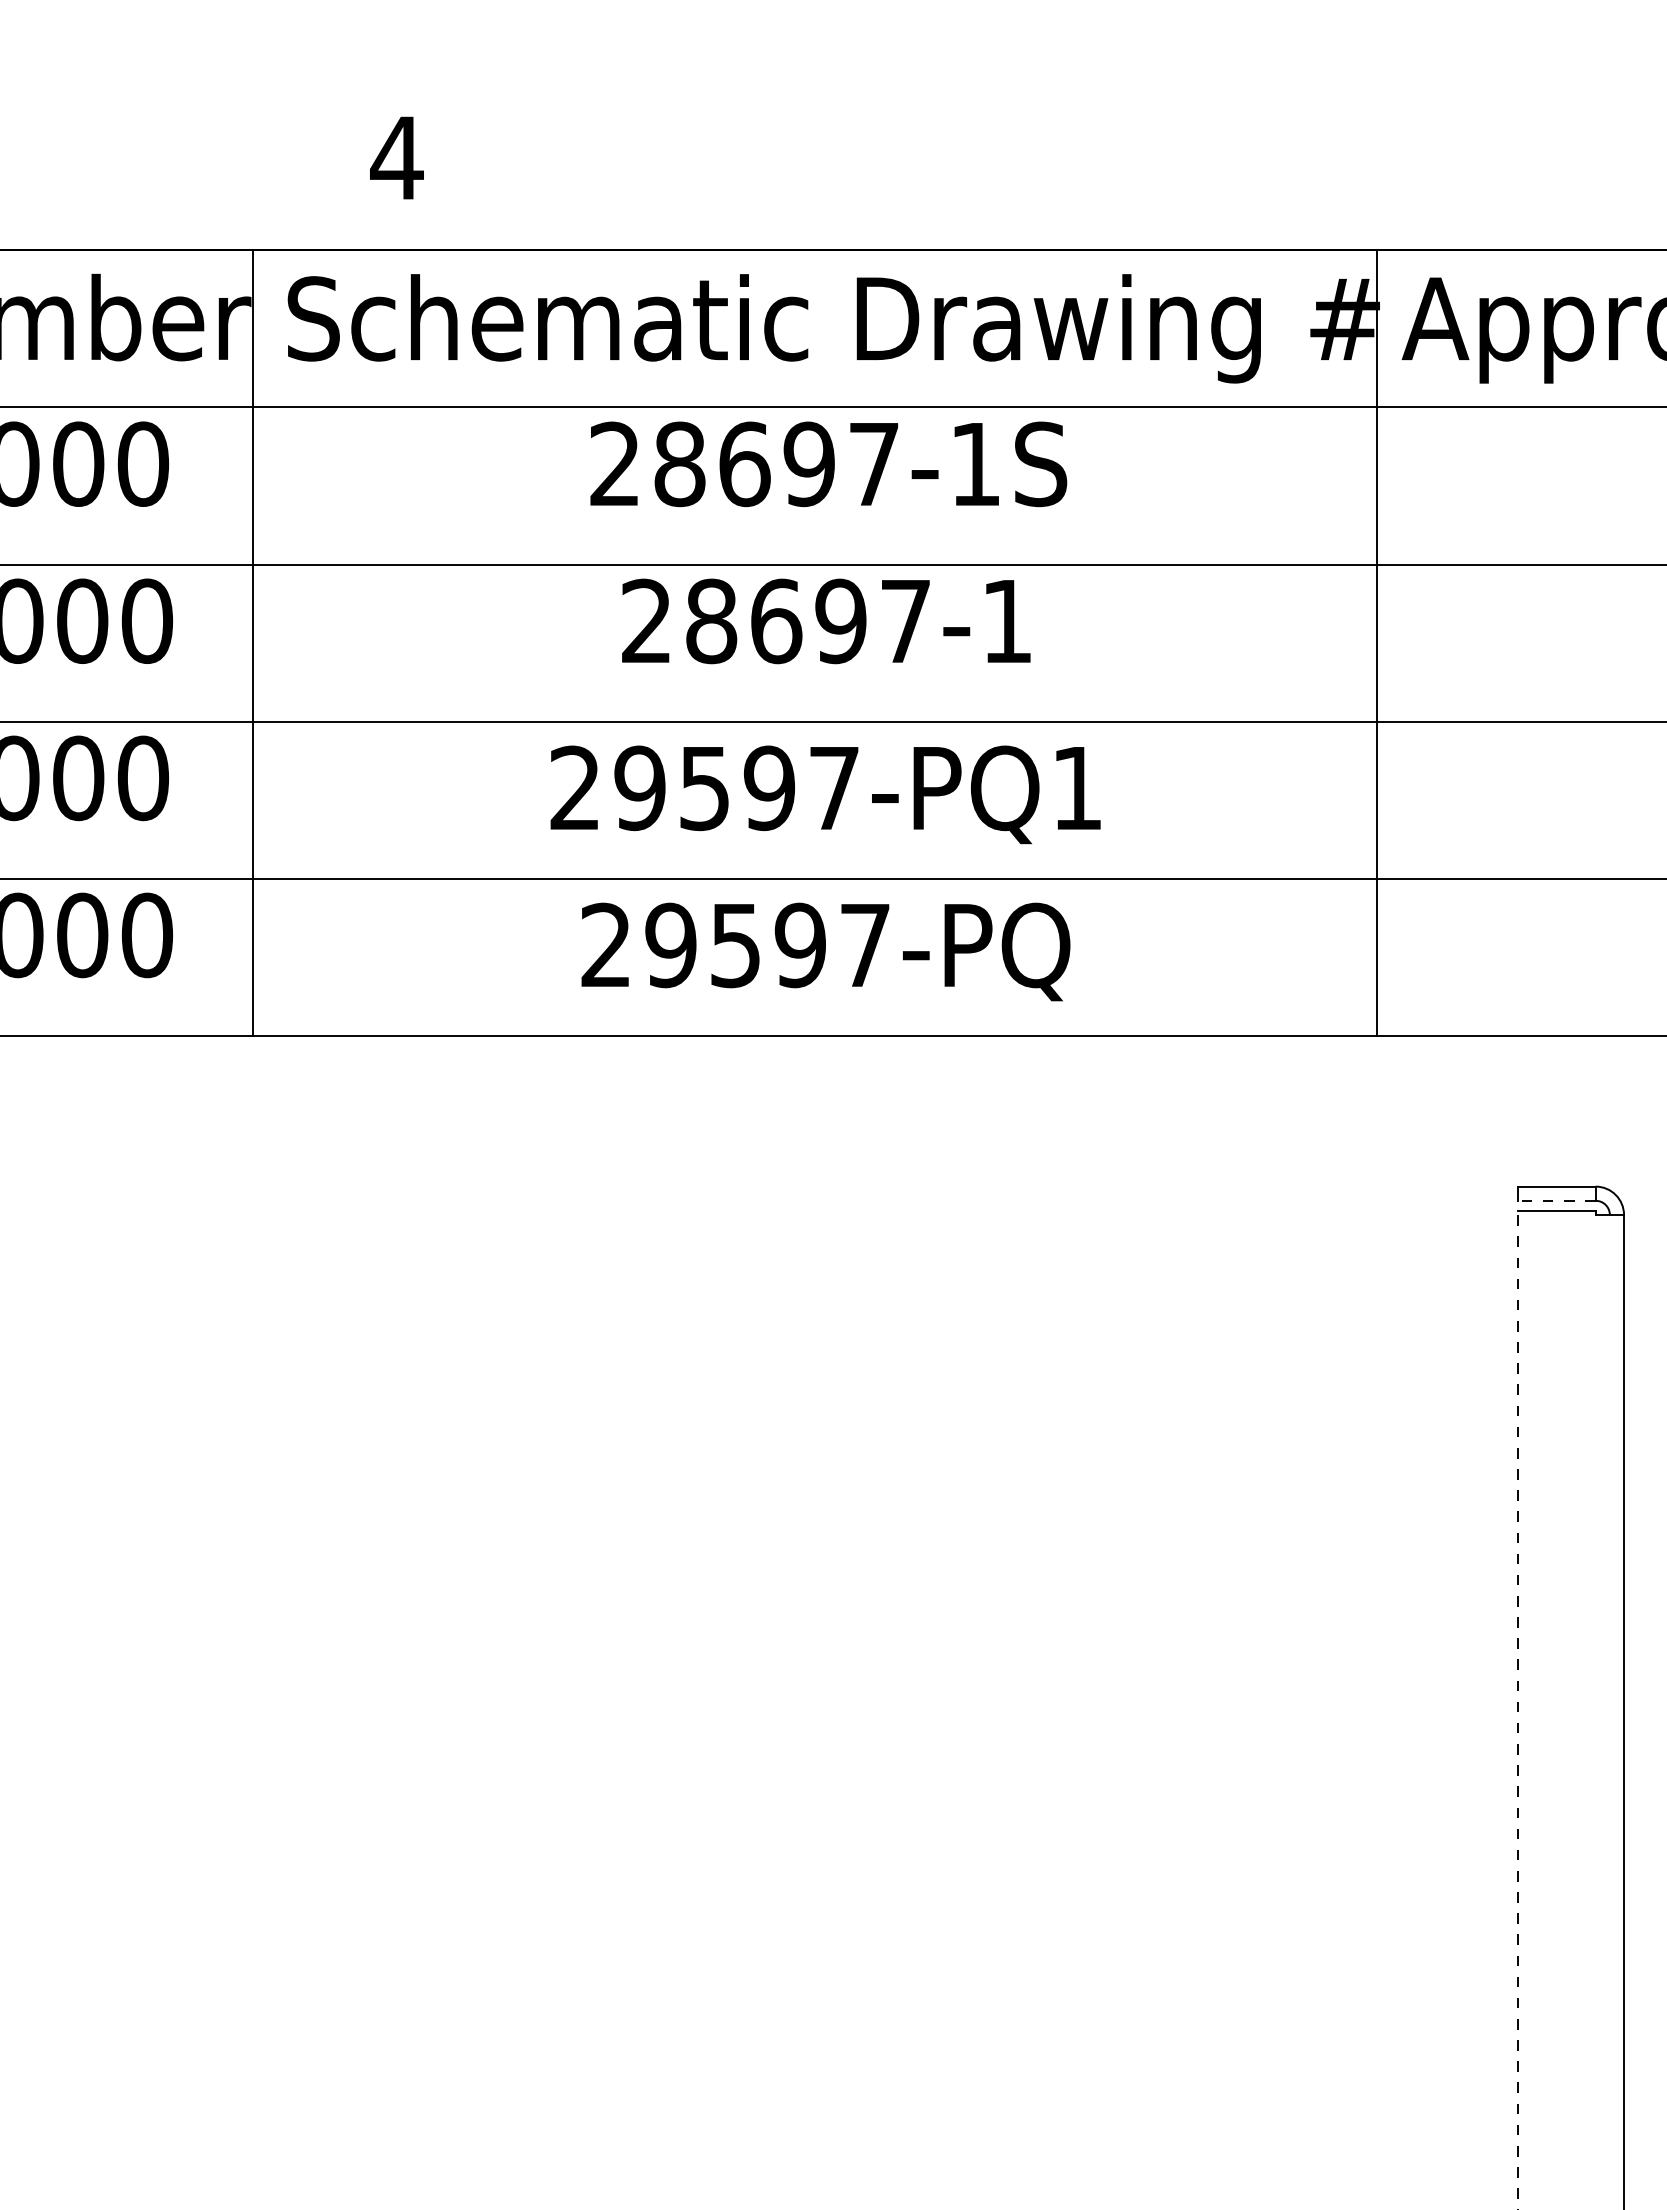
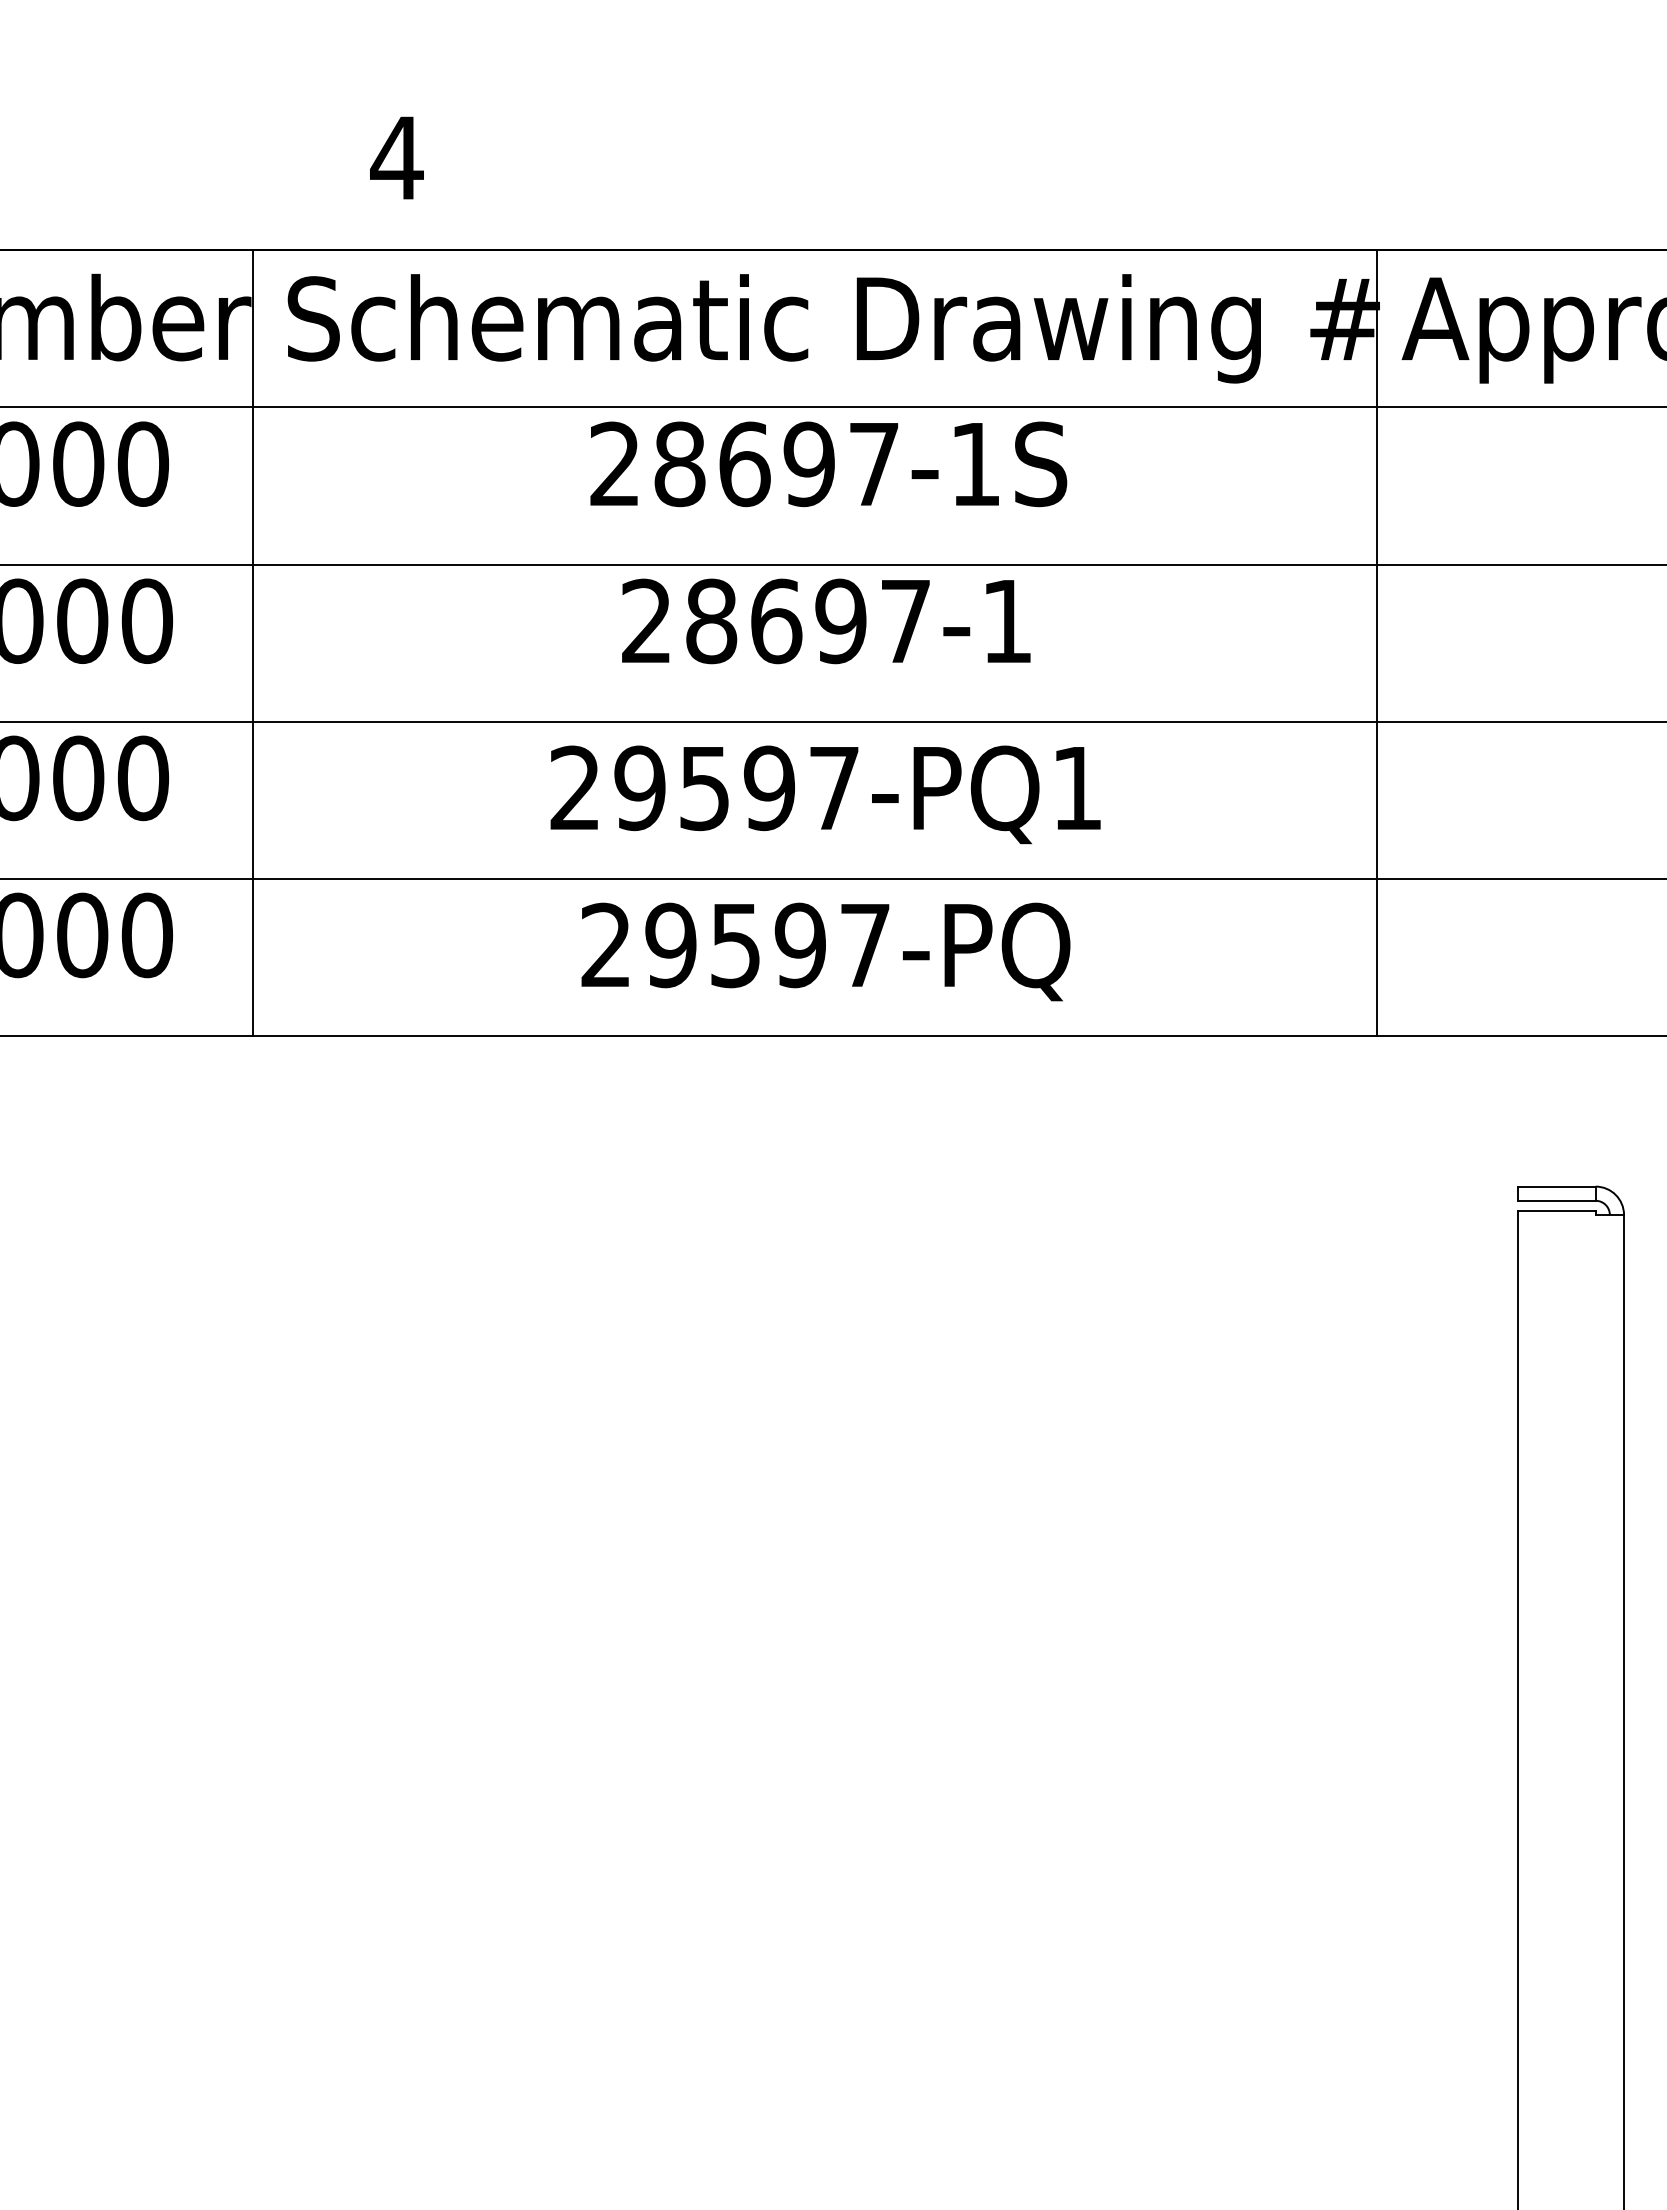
line at (1556, 1200): dashed -> solid
line at (1518, 1710): dashed -> solid
